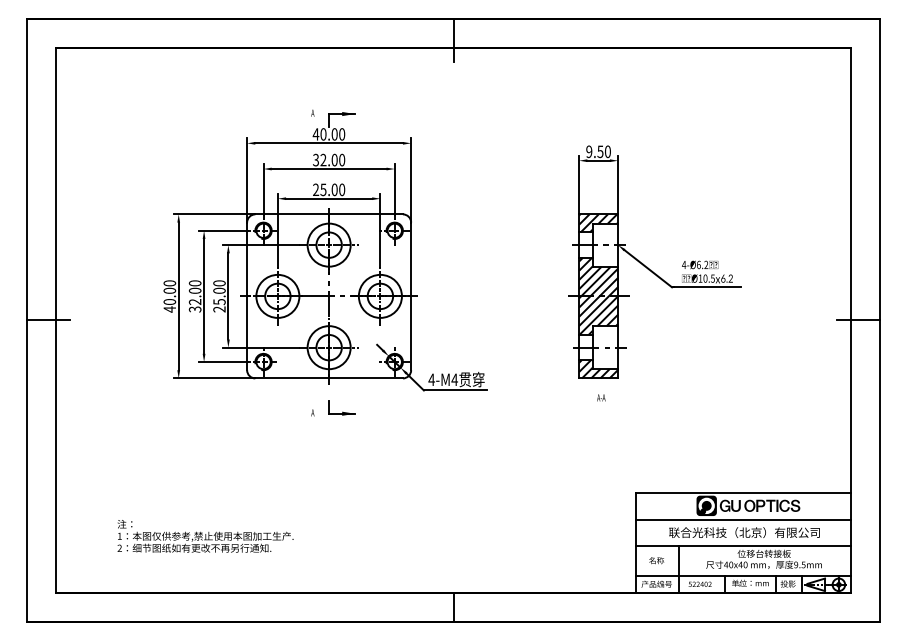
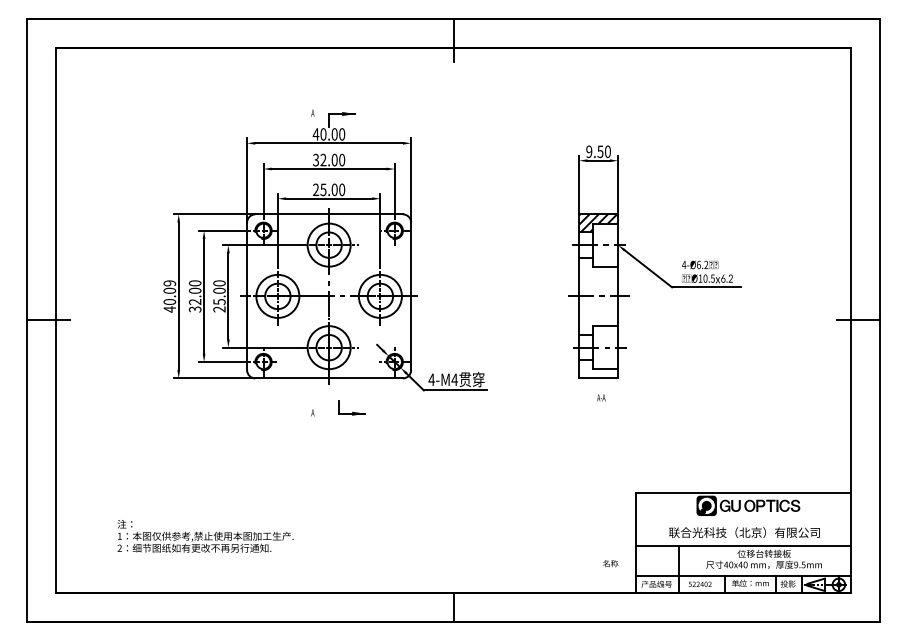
text at (169, 283): 40.00 -> 40.09
hatch at (598, 295): present -> none
hatch at (598, 369): present -> none
part at (341, 407) position: (341, 407) -> (351, 407)
line at (743, 519): present -> none
text at (656, 560) position: (656, 560) -> (610, 563)
